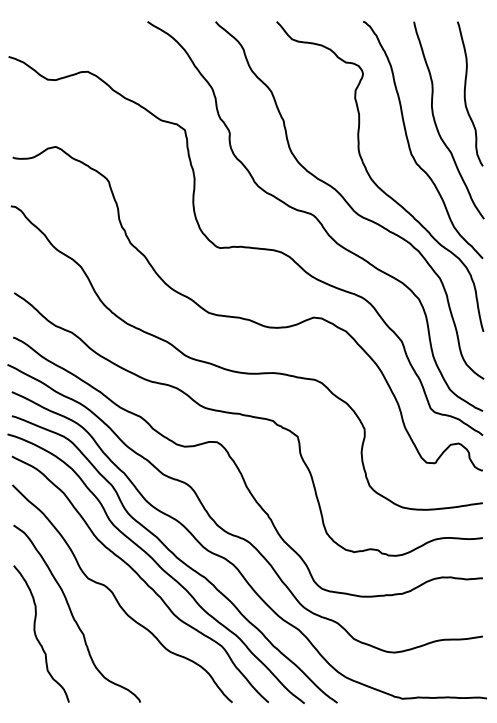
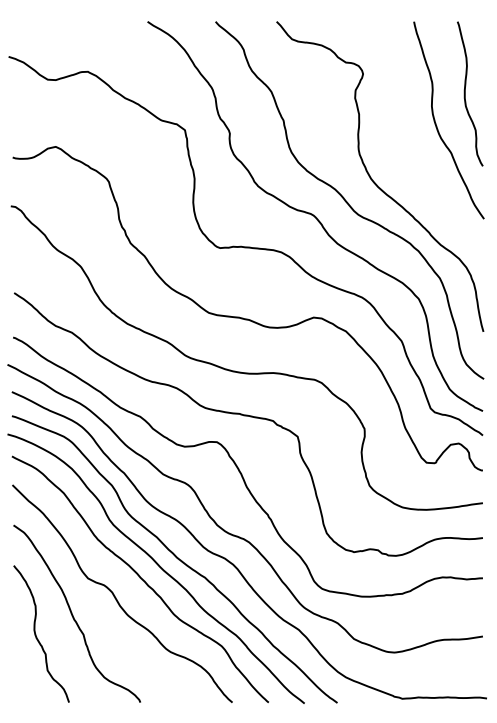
curve at (409, 142): present -> none
